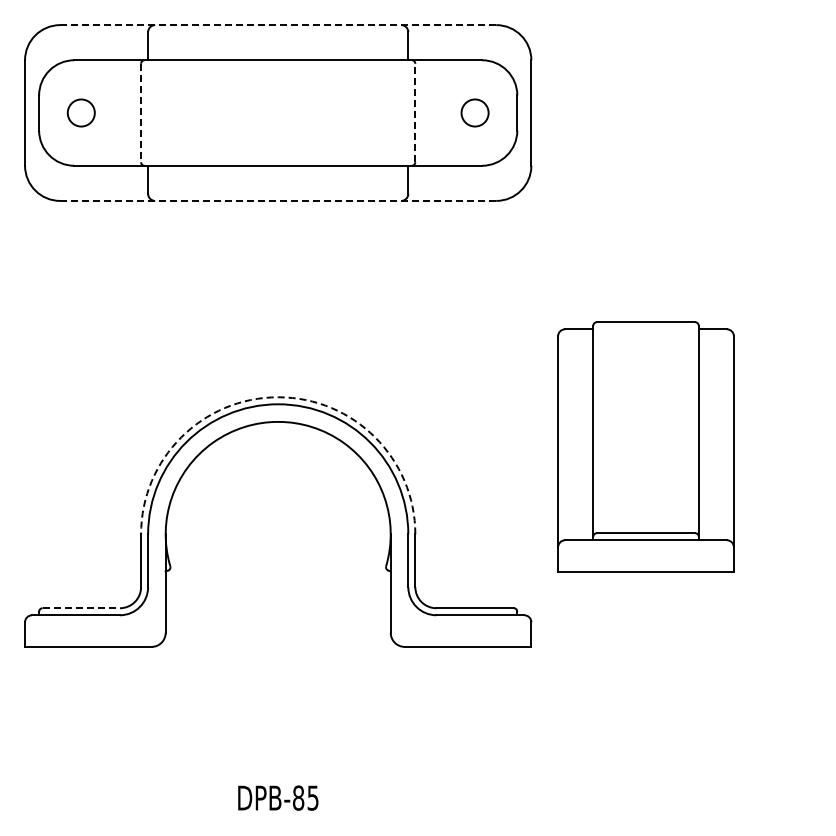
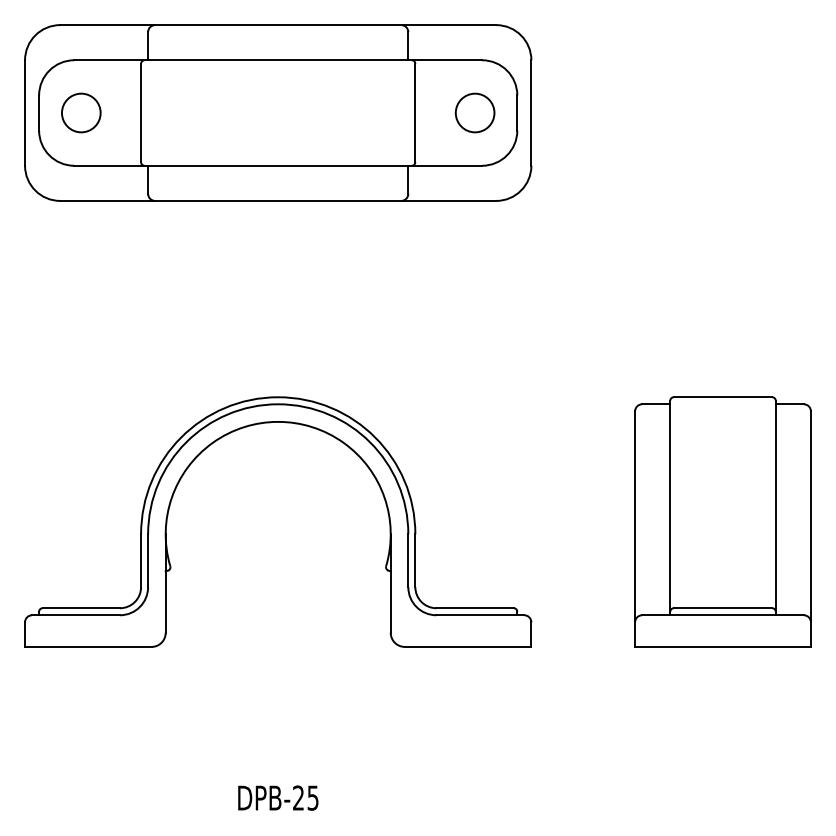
line at (278, 25): dashed -> solid
circle at (80, 112) diameter: 27 px -> 39 px
line at (415, 112): dashed -> solid
circle at (474, 112) size: 30x30 px -> 42x42 px
line at (141, 113): dashed -> solid
line at (278, 200): dashed -> solid
arc at (278, 397): dashed -> solid
part at (645, 446) position: (645, 446) -> (722, 521)
line at (81, 608): dashed -> solid
text at (298, 797): DPB-85 -> DPB-25
